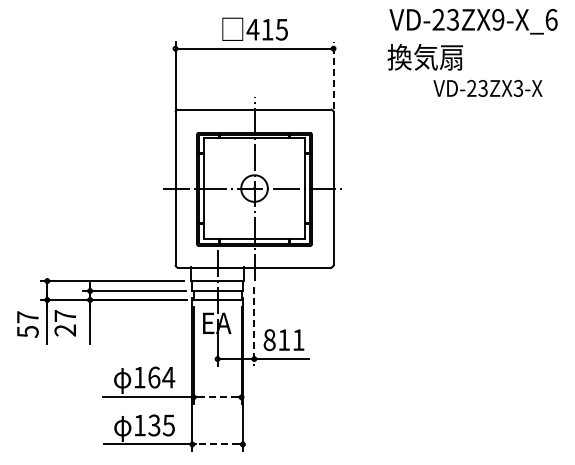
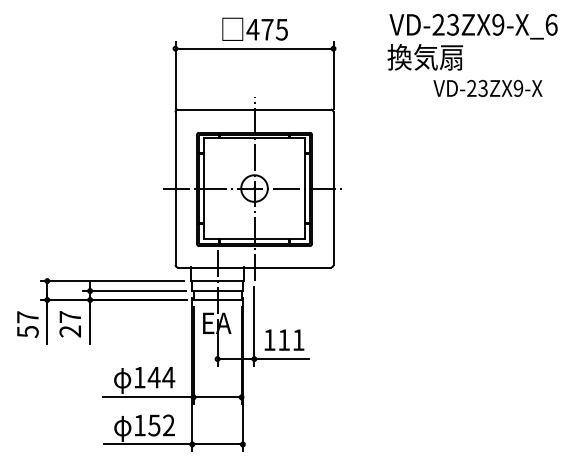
text at (473, 21) position: (473, 21) -> (473, 26)
text at (267, 29): 415 -> 475
line at (333, 74): dashed -> solid
text at (518, 88): VD-23ZX3-X -> VD-23ZX9-X
text at (64, 323) position: (64, 323) -> (69, 324)
line at (254, 326): dashed -> solid
text at (269, 340): 811 -> 111
text at (153, 377): 164 -> 144
line at (217, 397): dashed -> solid
text at (161, 425): 135 -> 152
line at (217, 444): dashed -> solid
